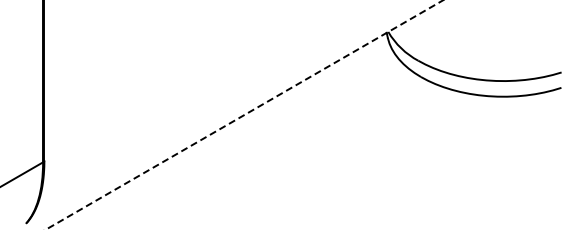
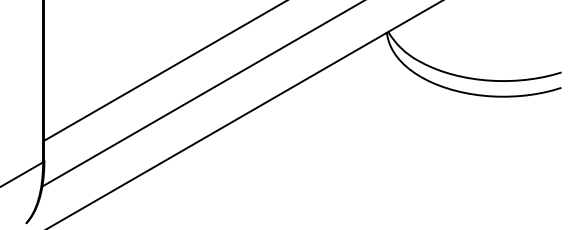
line at (164, 71): none -> present
line at (201, 94): none -> present
line at (244, 115): dashed -> solid
